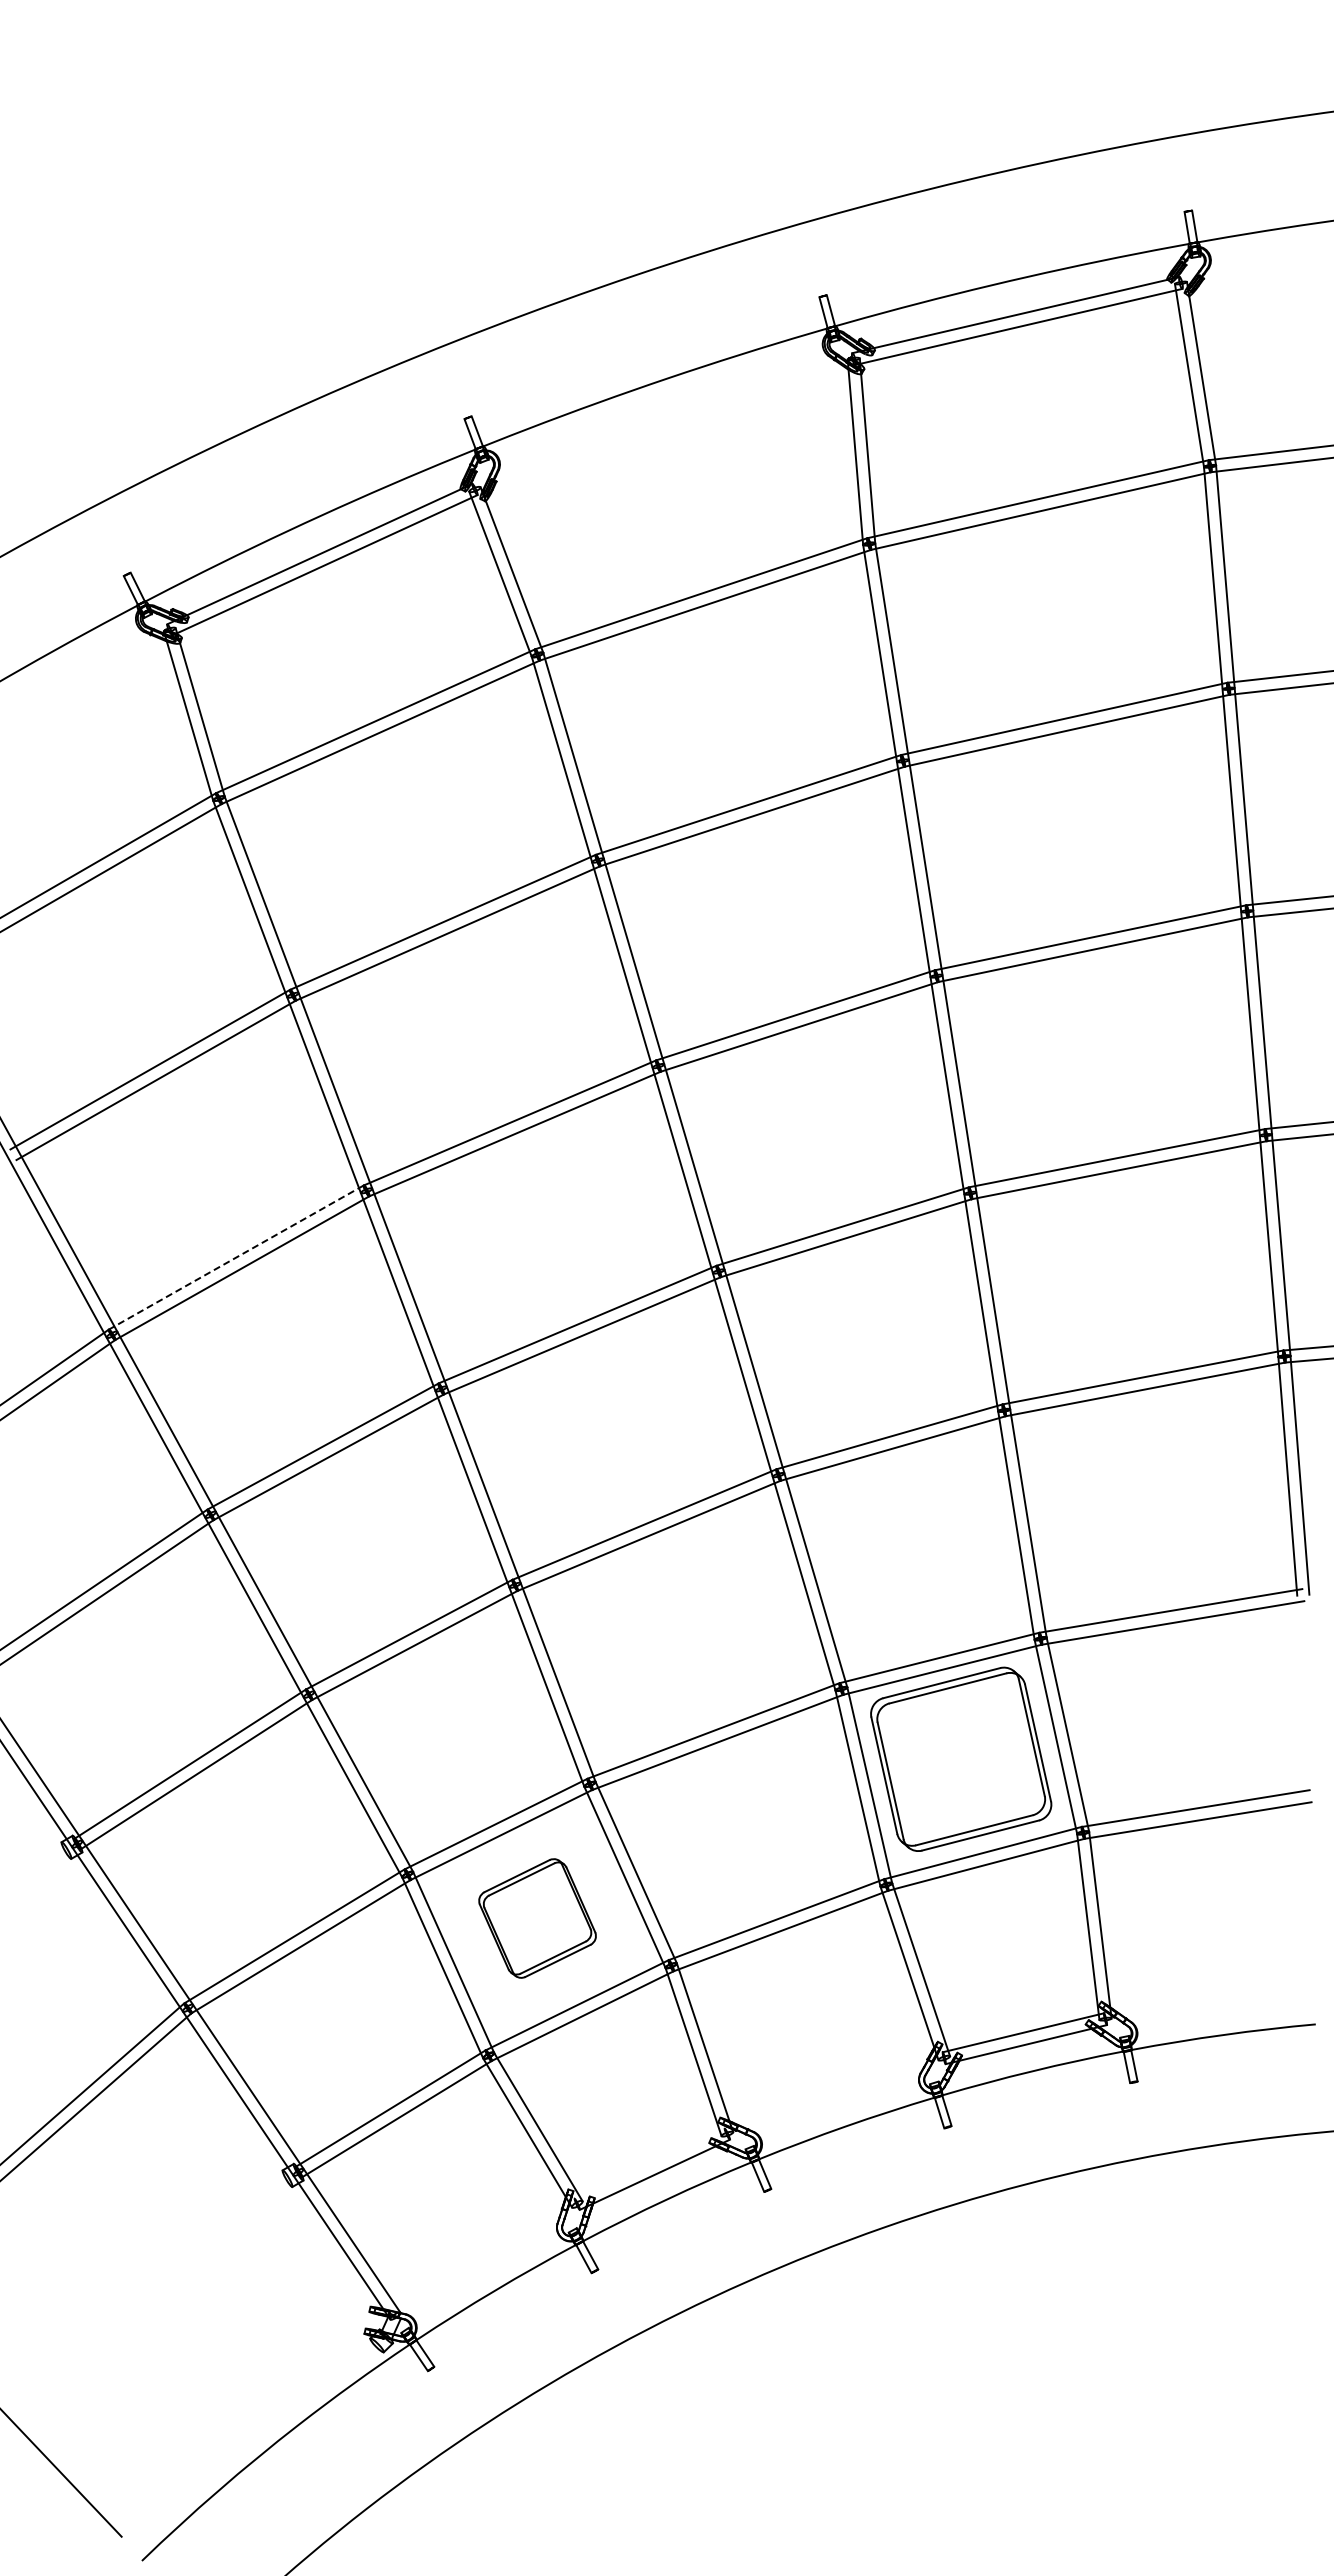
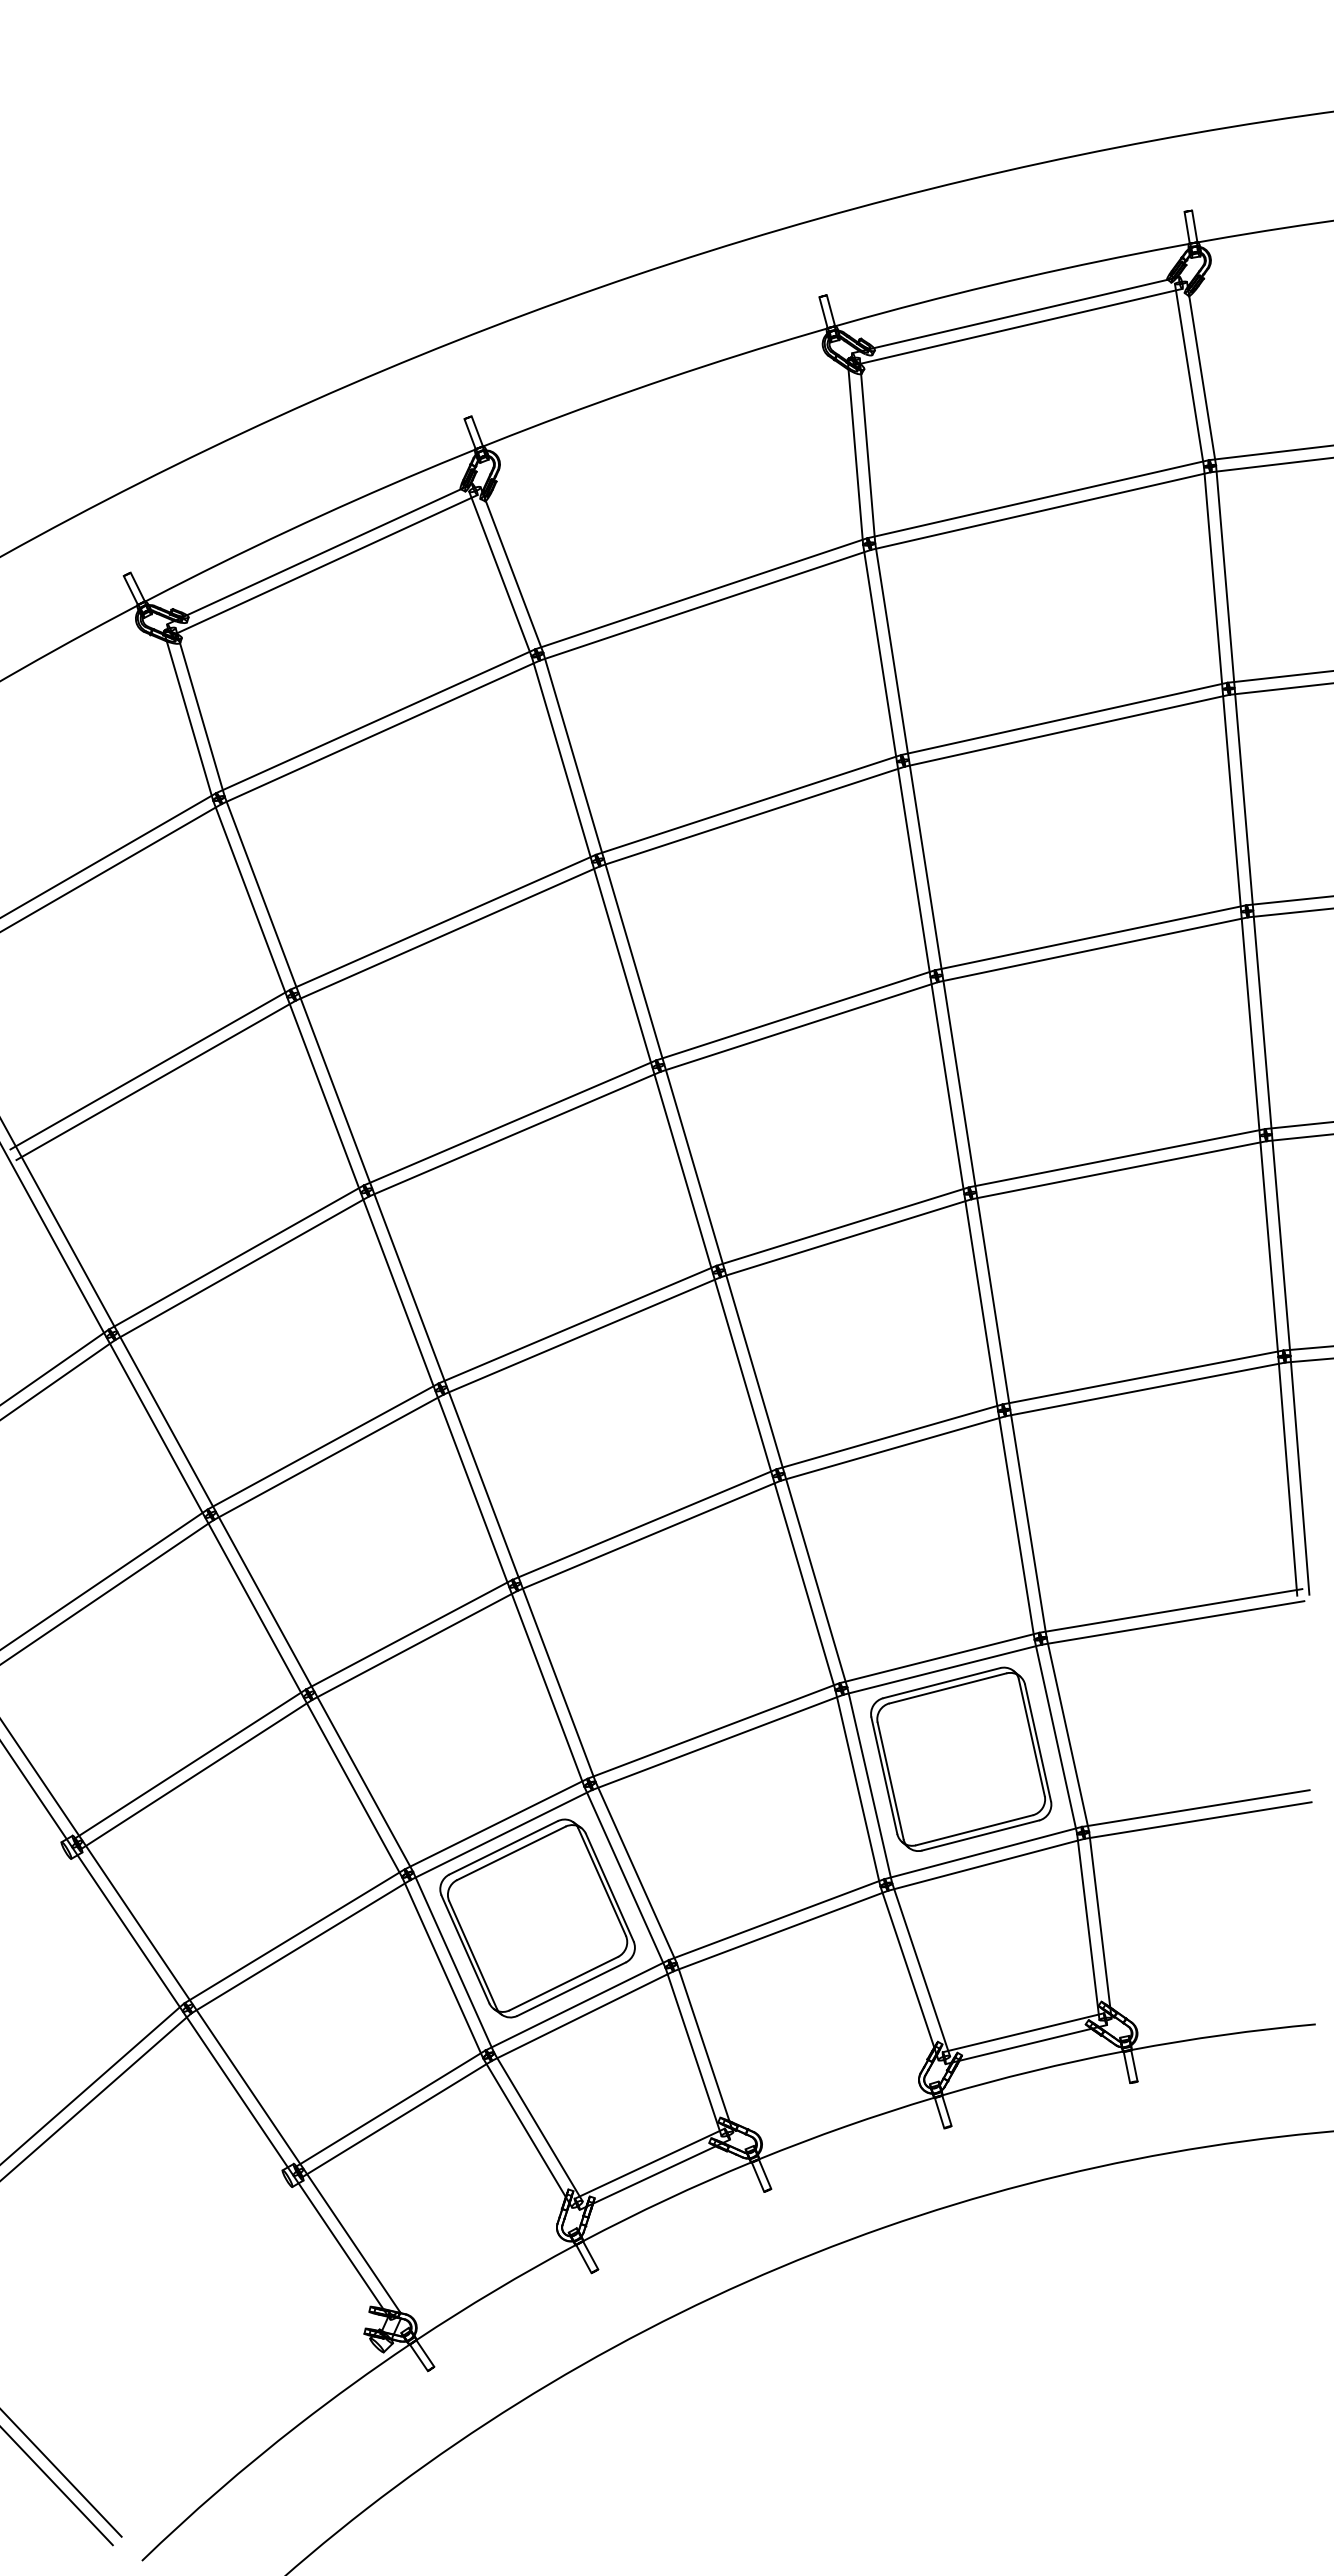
line at (235, 1257): dashed -> solid
part at (537, 1918) size: 119x121 px -> 197x201 px
line at (649, 2163): none -> present
line at (57, 2486): none -> present
